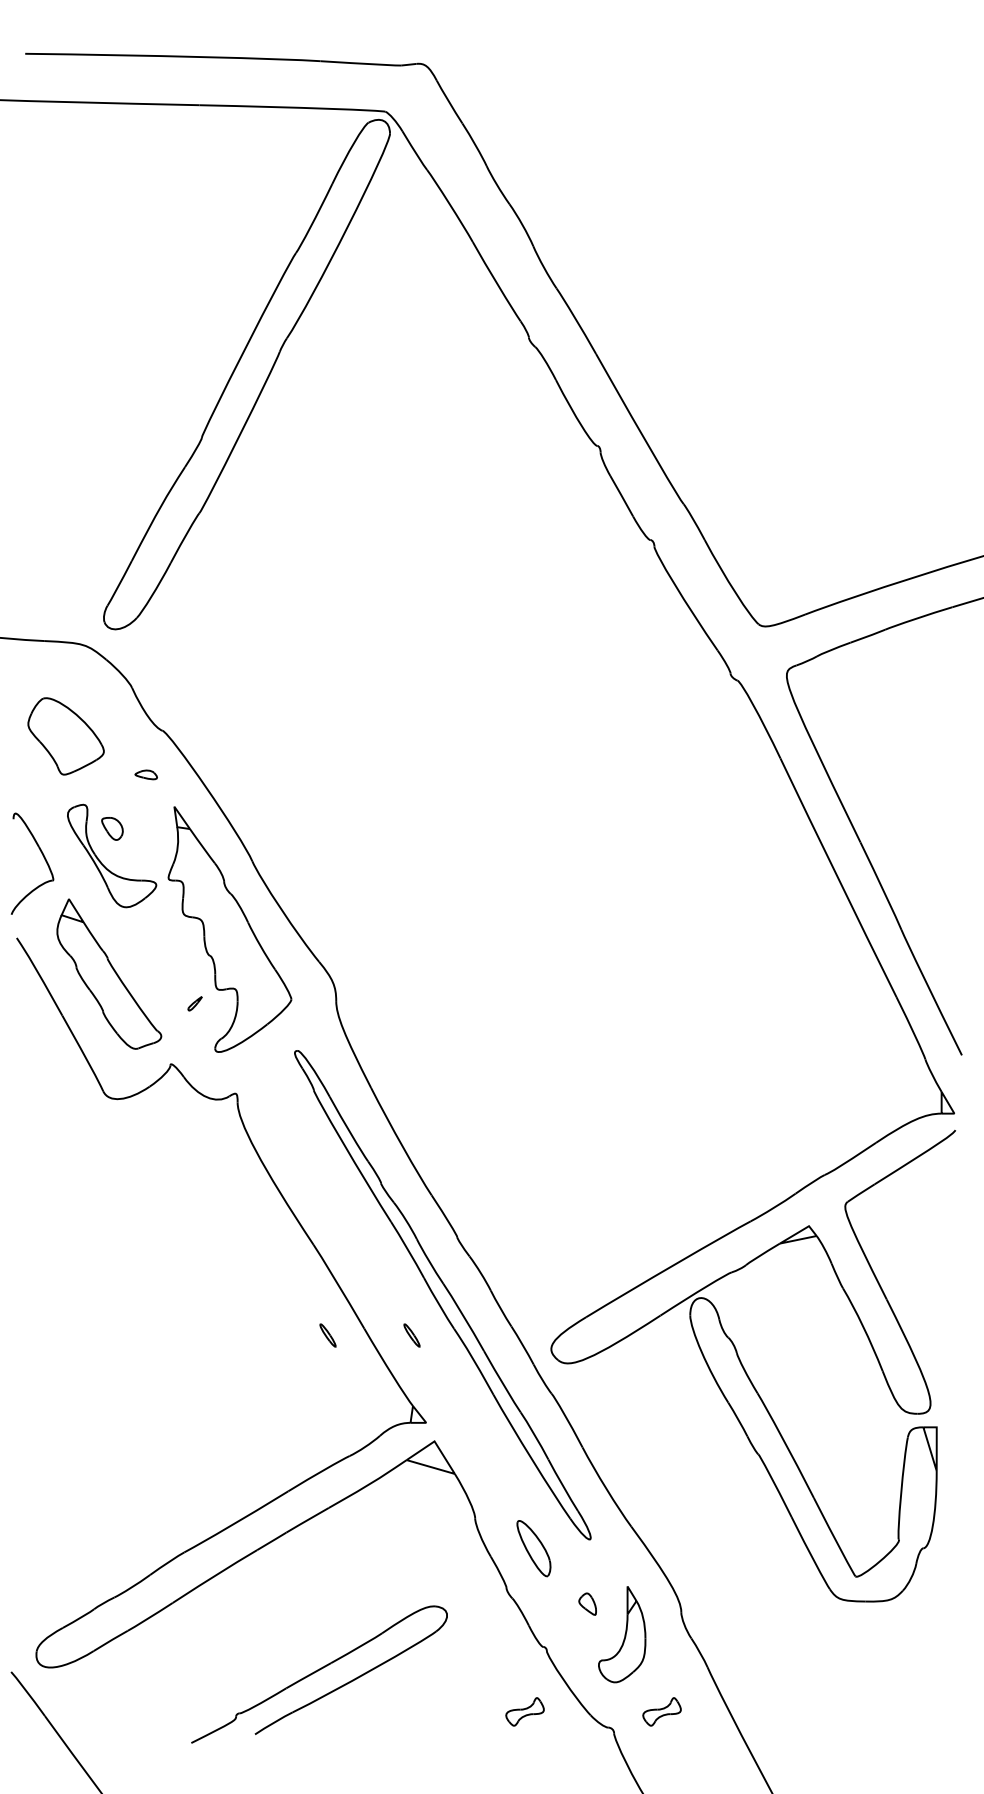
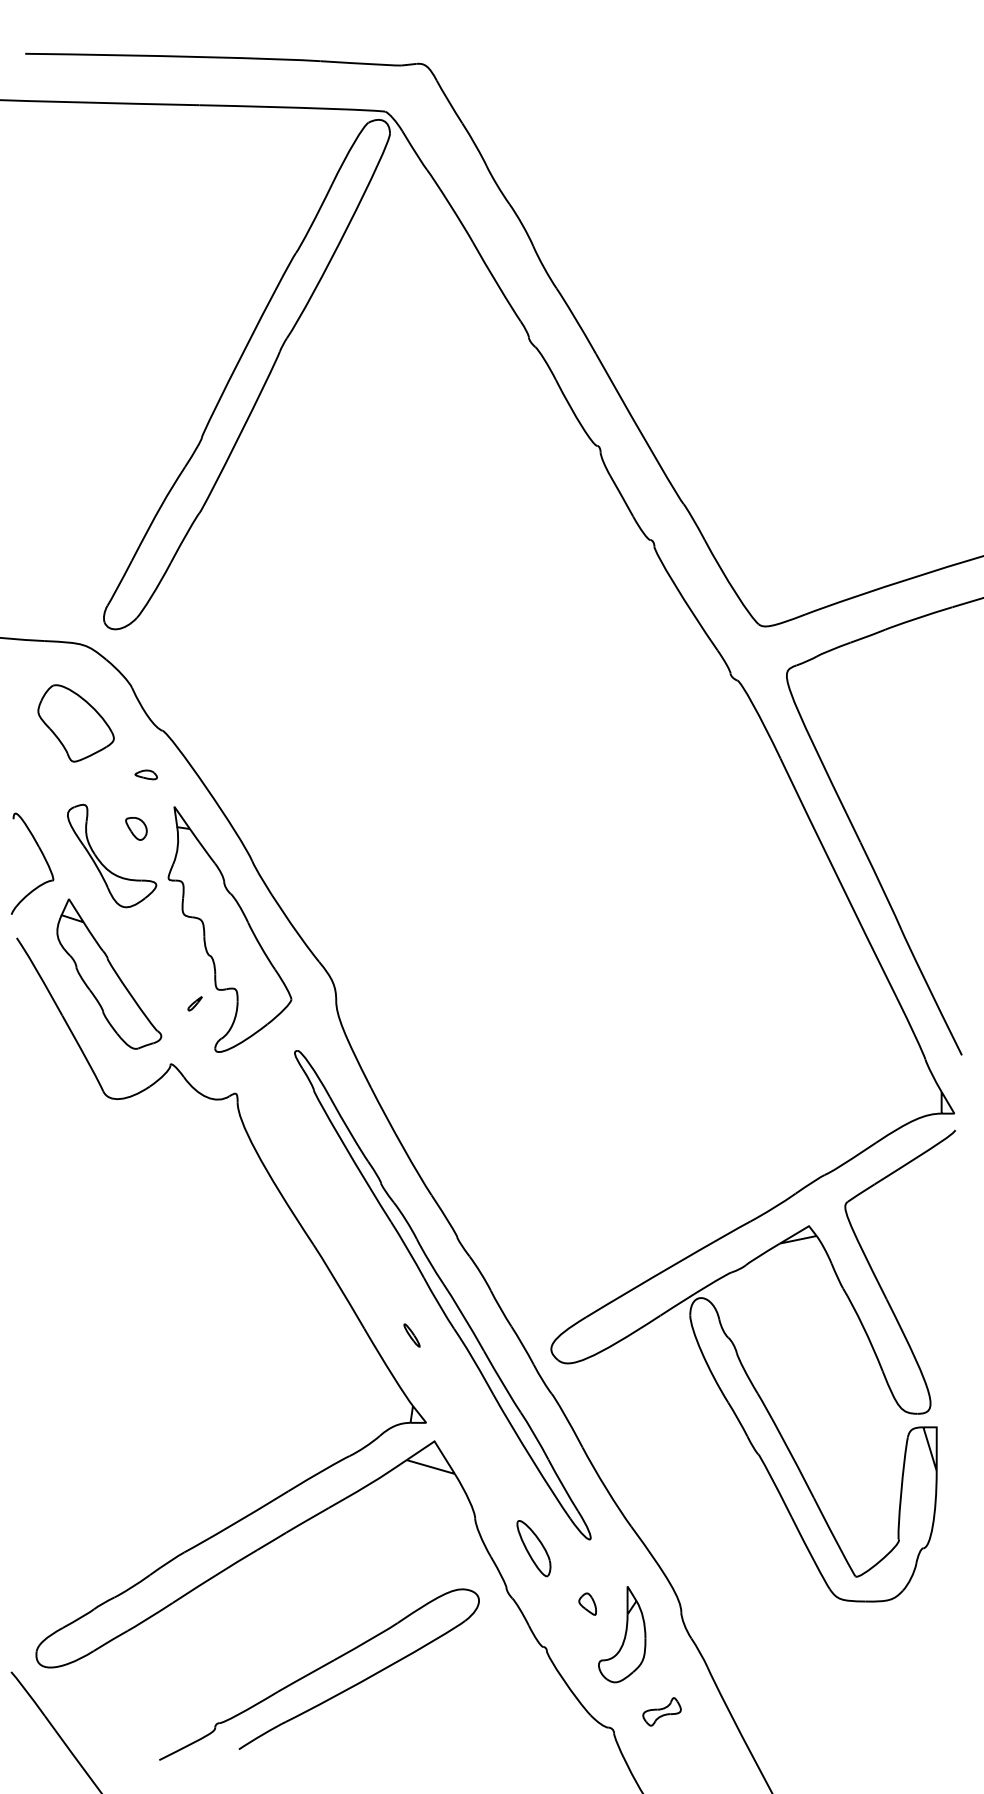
part at (65, 736) position: (65, 736) -> (75, 723)
part at (112, 828) position: (112, 828) -> (136, 828)
part at (327, 1335): present -> none
part at (319, 1674) size: 257x139 px -> 321x173 px
part at (524, 1711): present -> none
